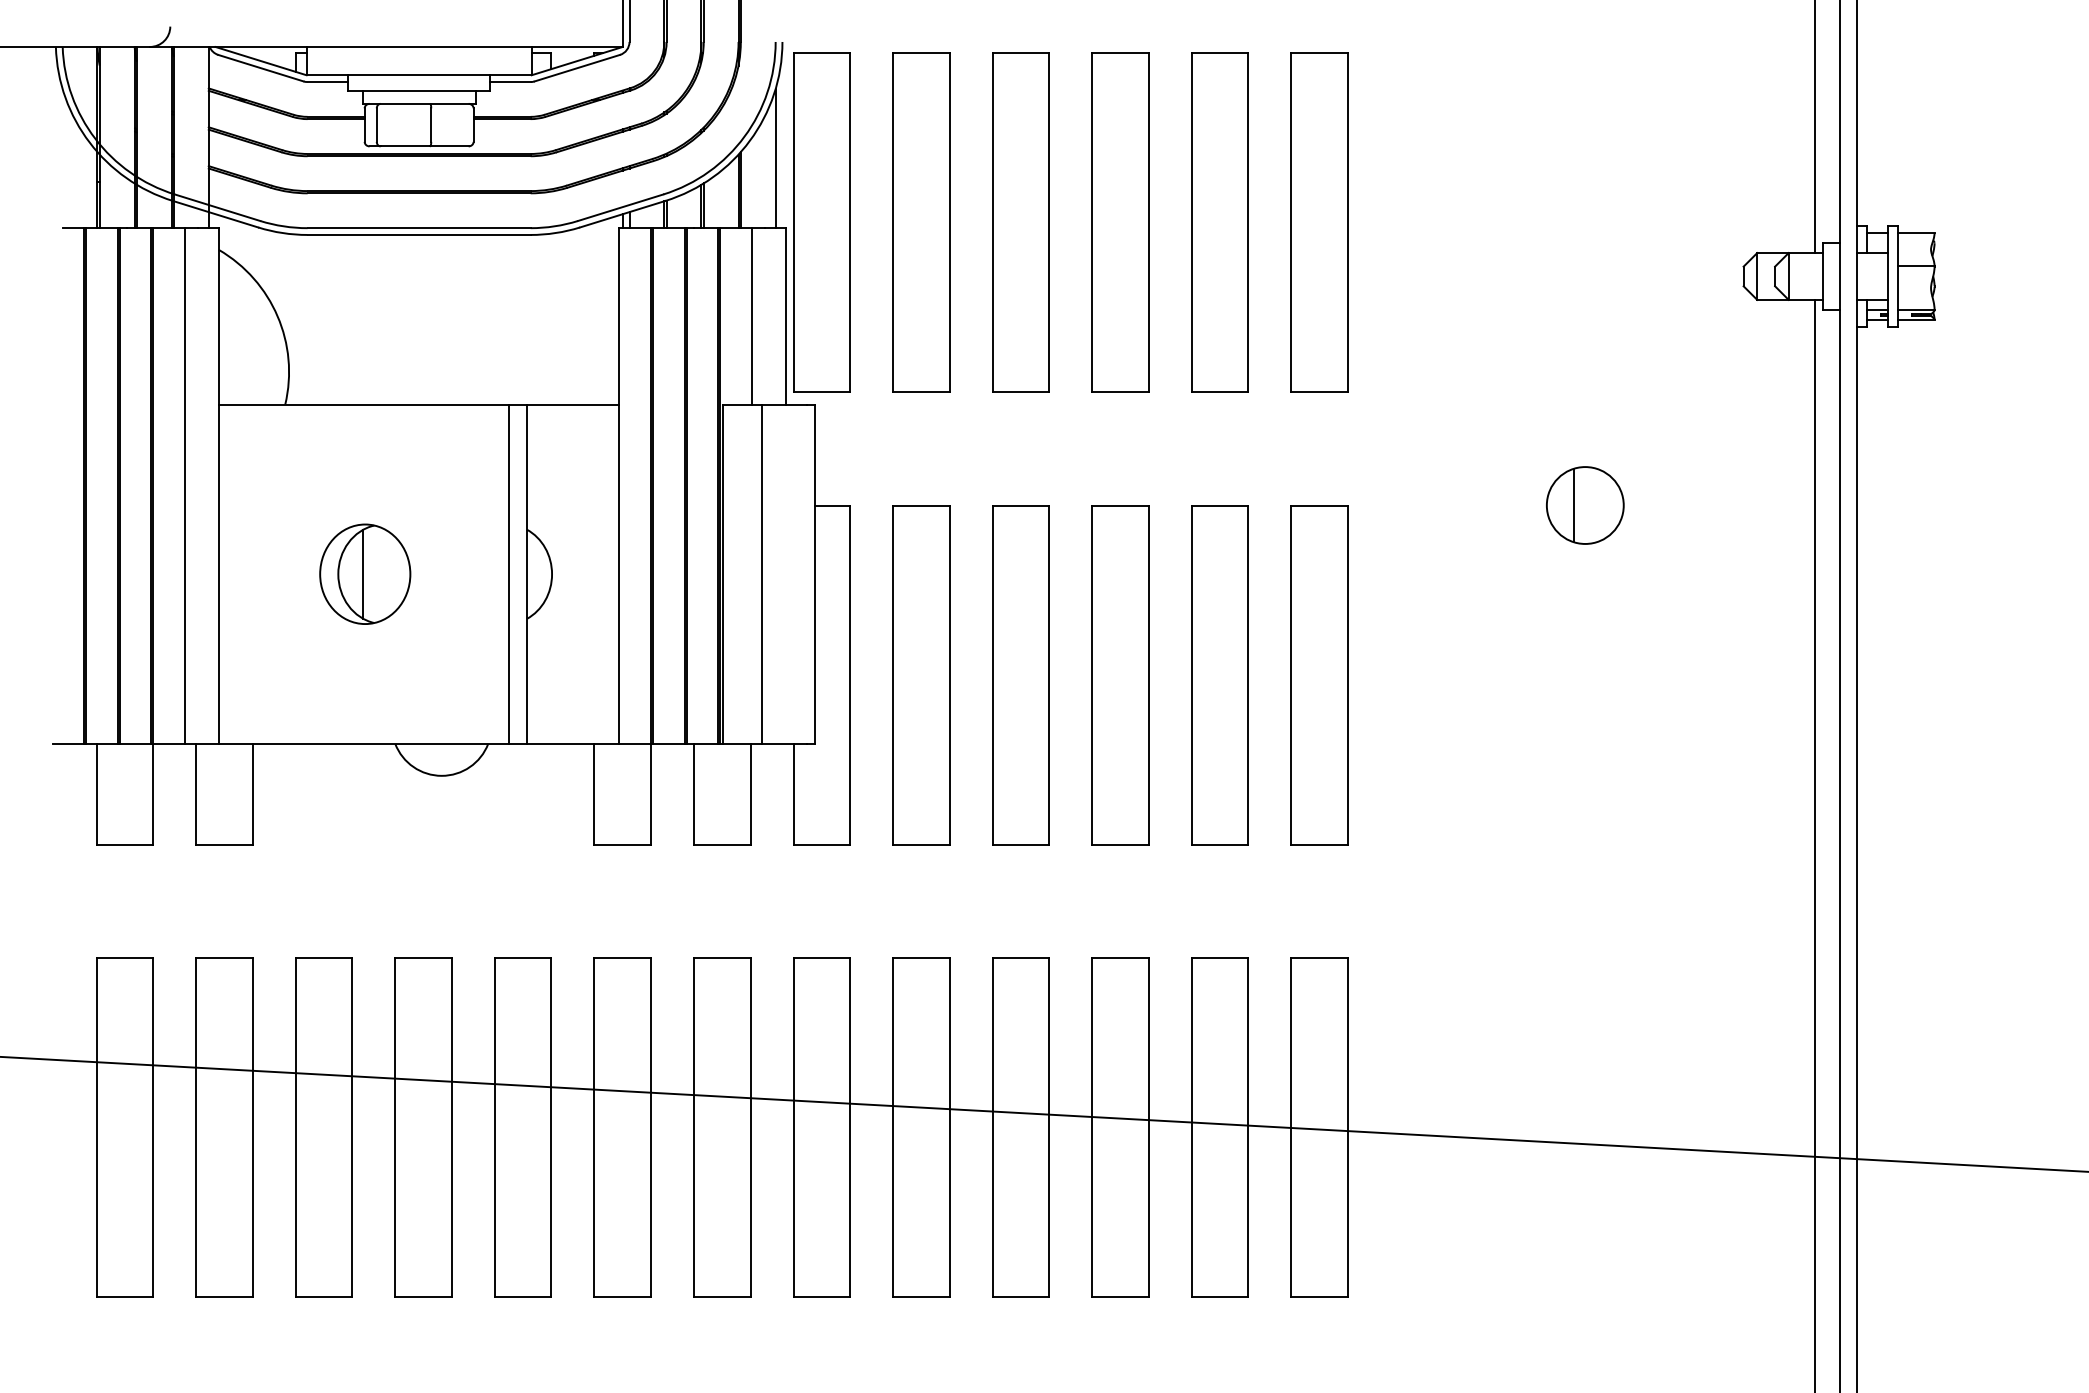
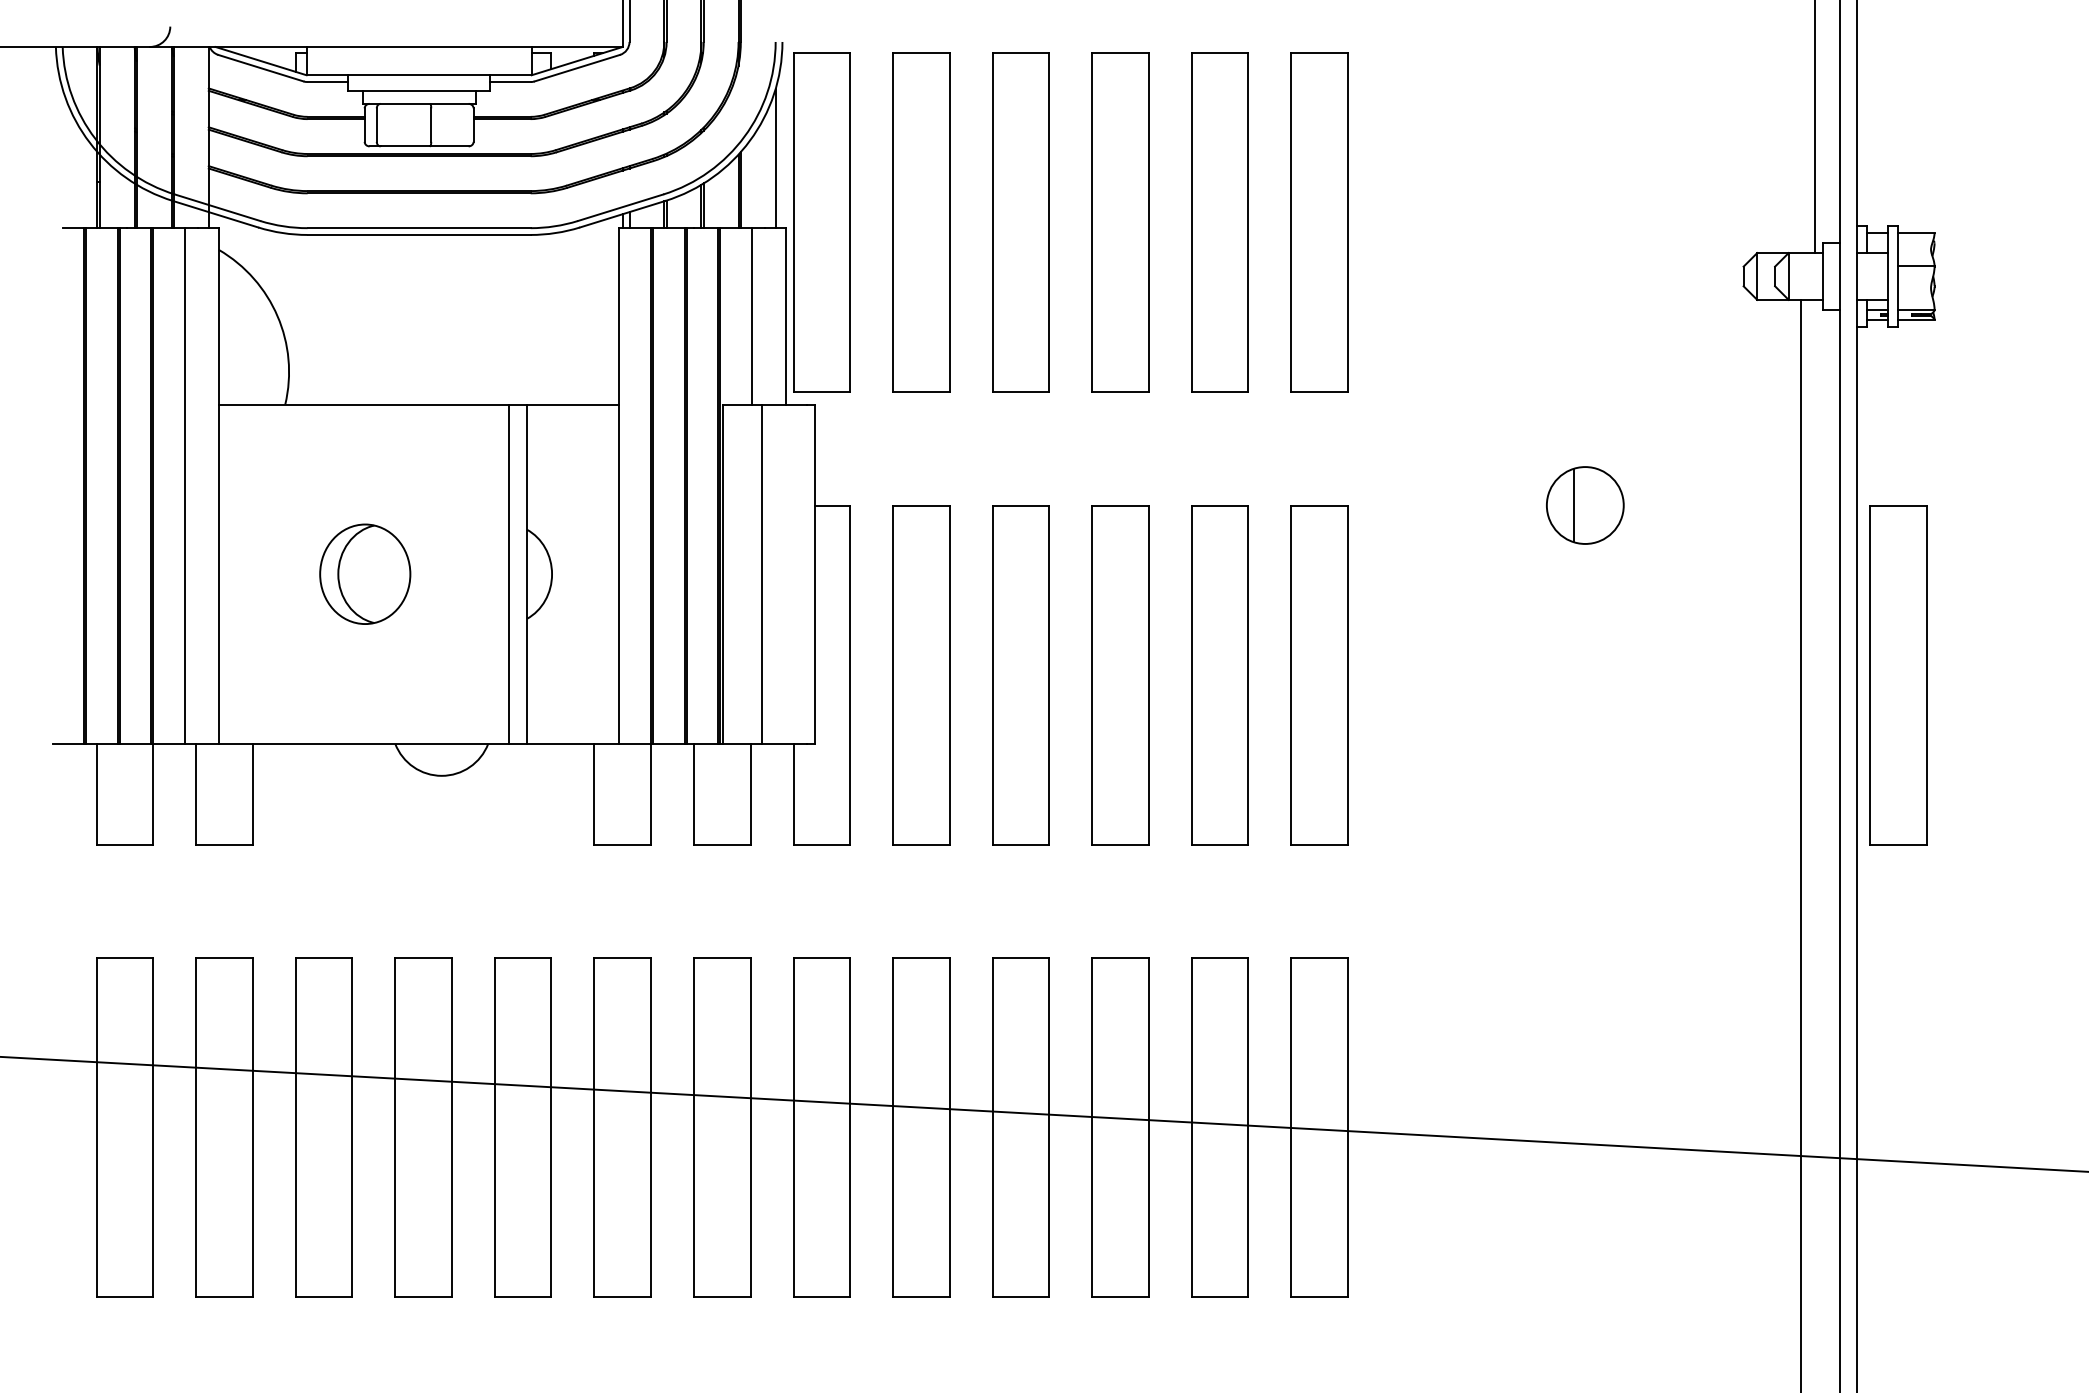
line at (363, 573): present -> none
part at (1898, 675): none -> present
line at (1815, 844) position: (1815, 844) -> (1801, 844)
